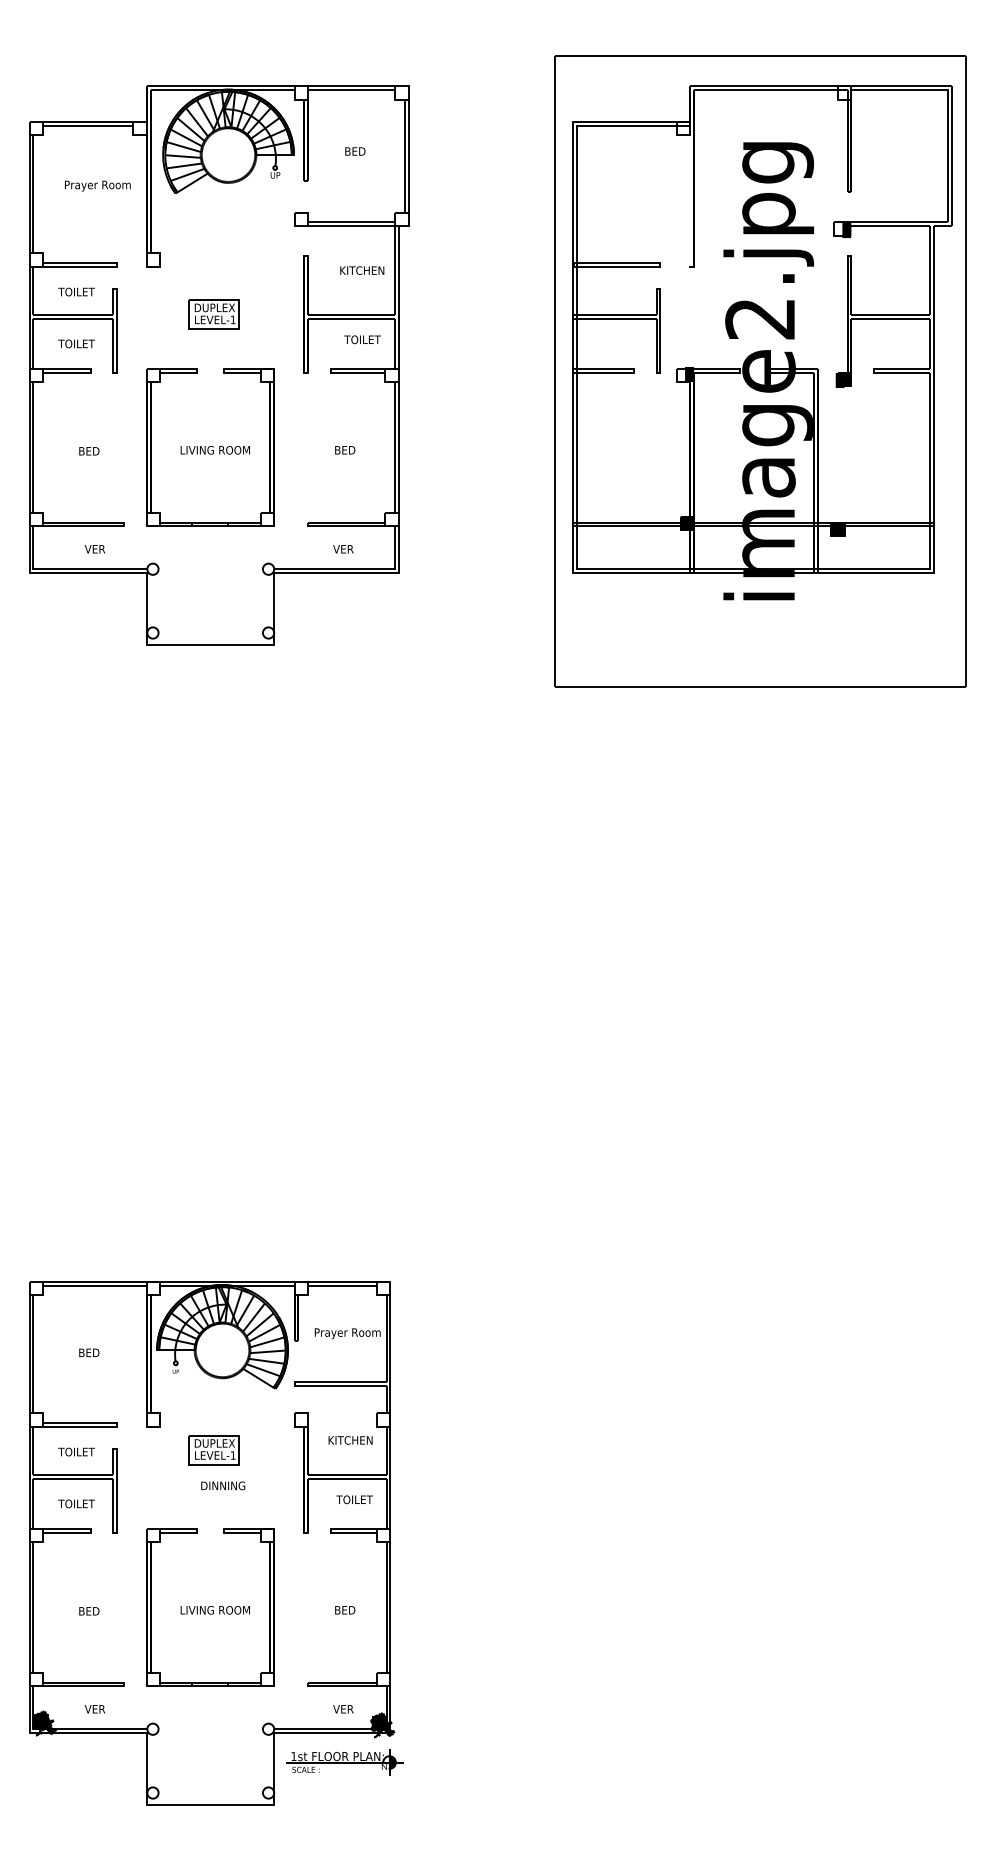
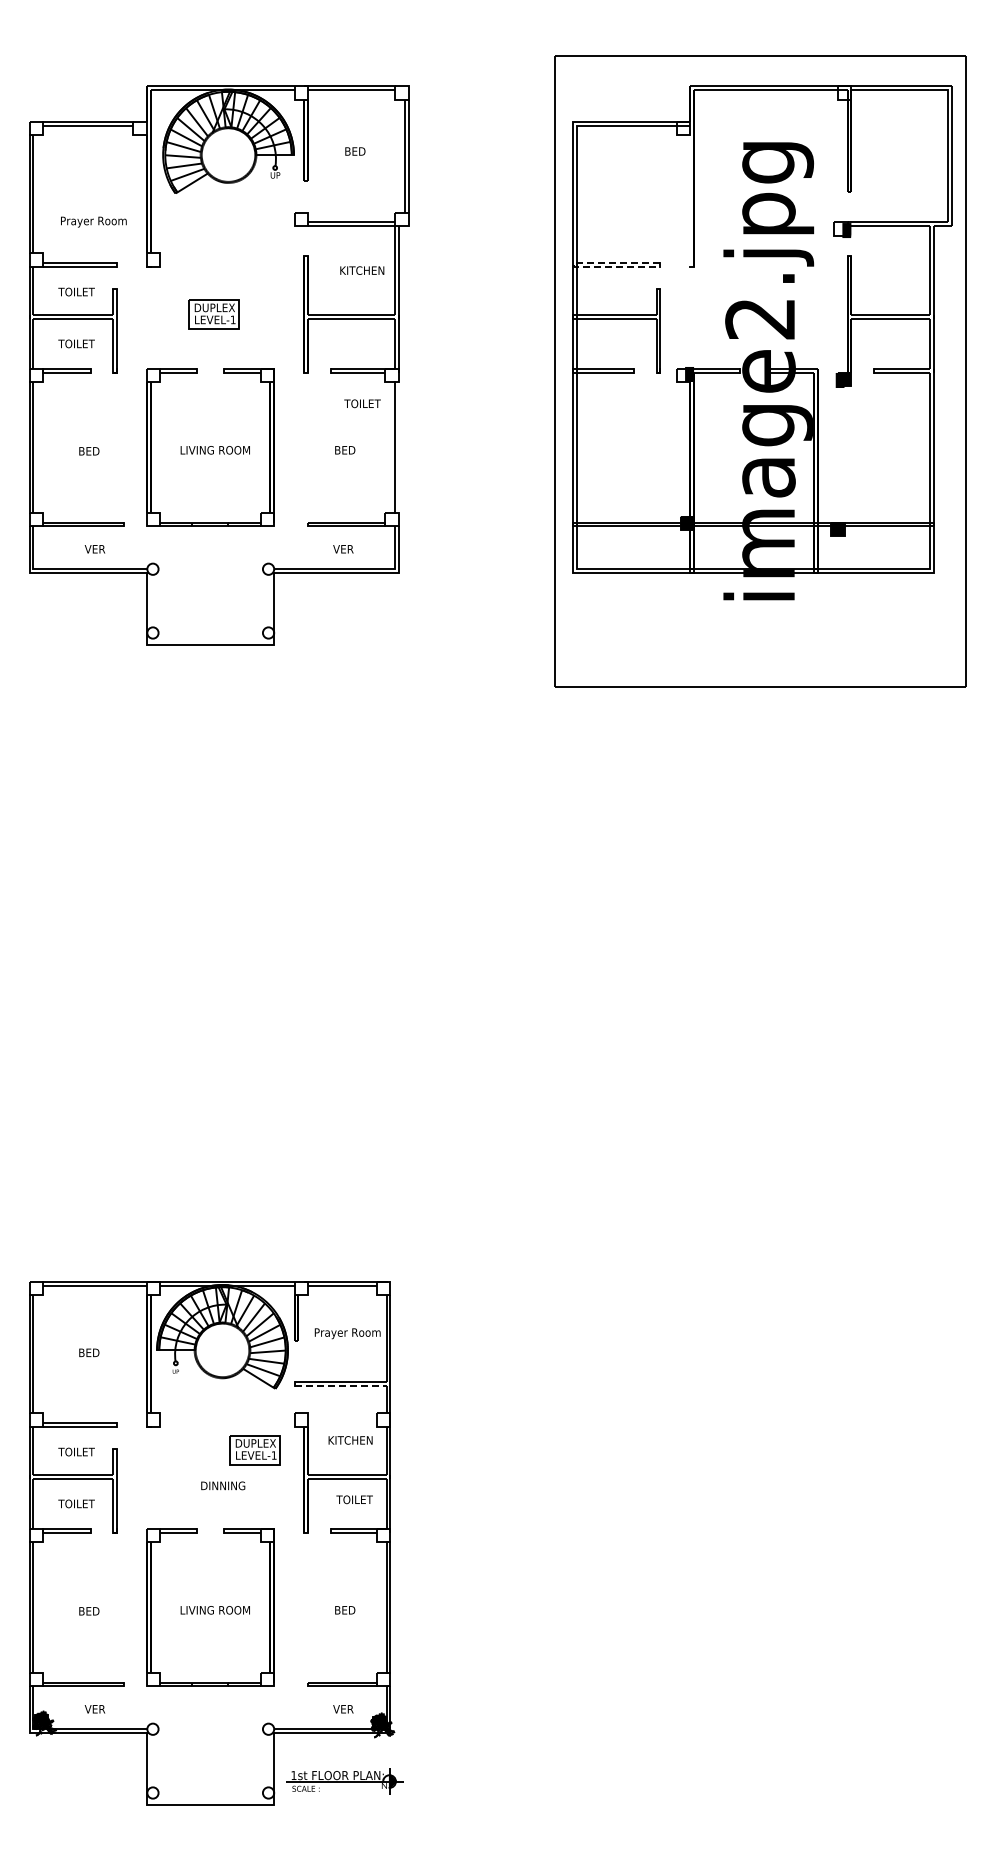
text at (97, 185) position: (97, 185) -> (93, 221)
line at (574, 265): solid -> dashed
text at (362, 339) position: (362, 339) -> (362, 403)
line at (398, 447): present -> none
line at (341, 1386): solid -> dashed
part at (213, 1450) position: (213, 1450) -> (254, 1450)
part at (344, 1762) position: (344, 1762) -> (344, 1781)
